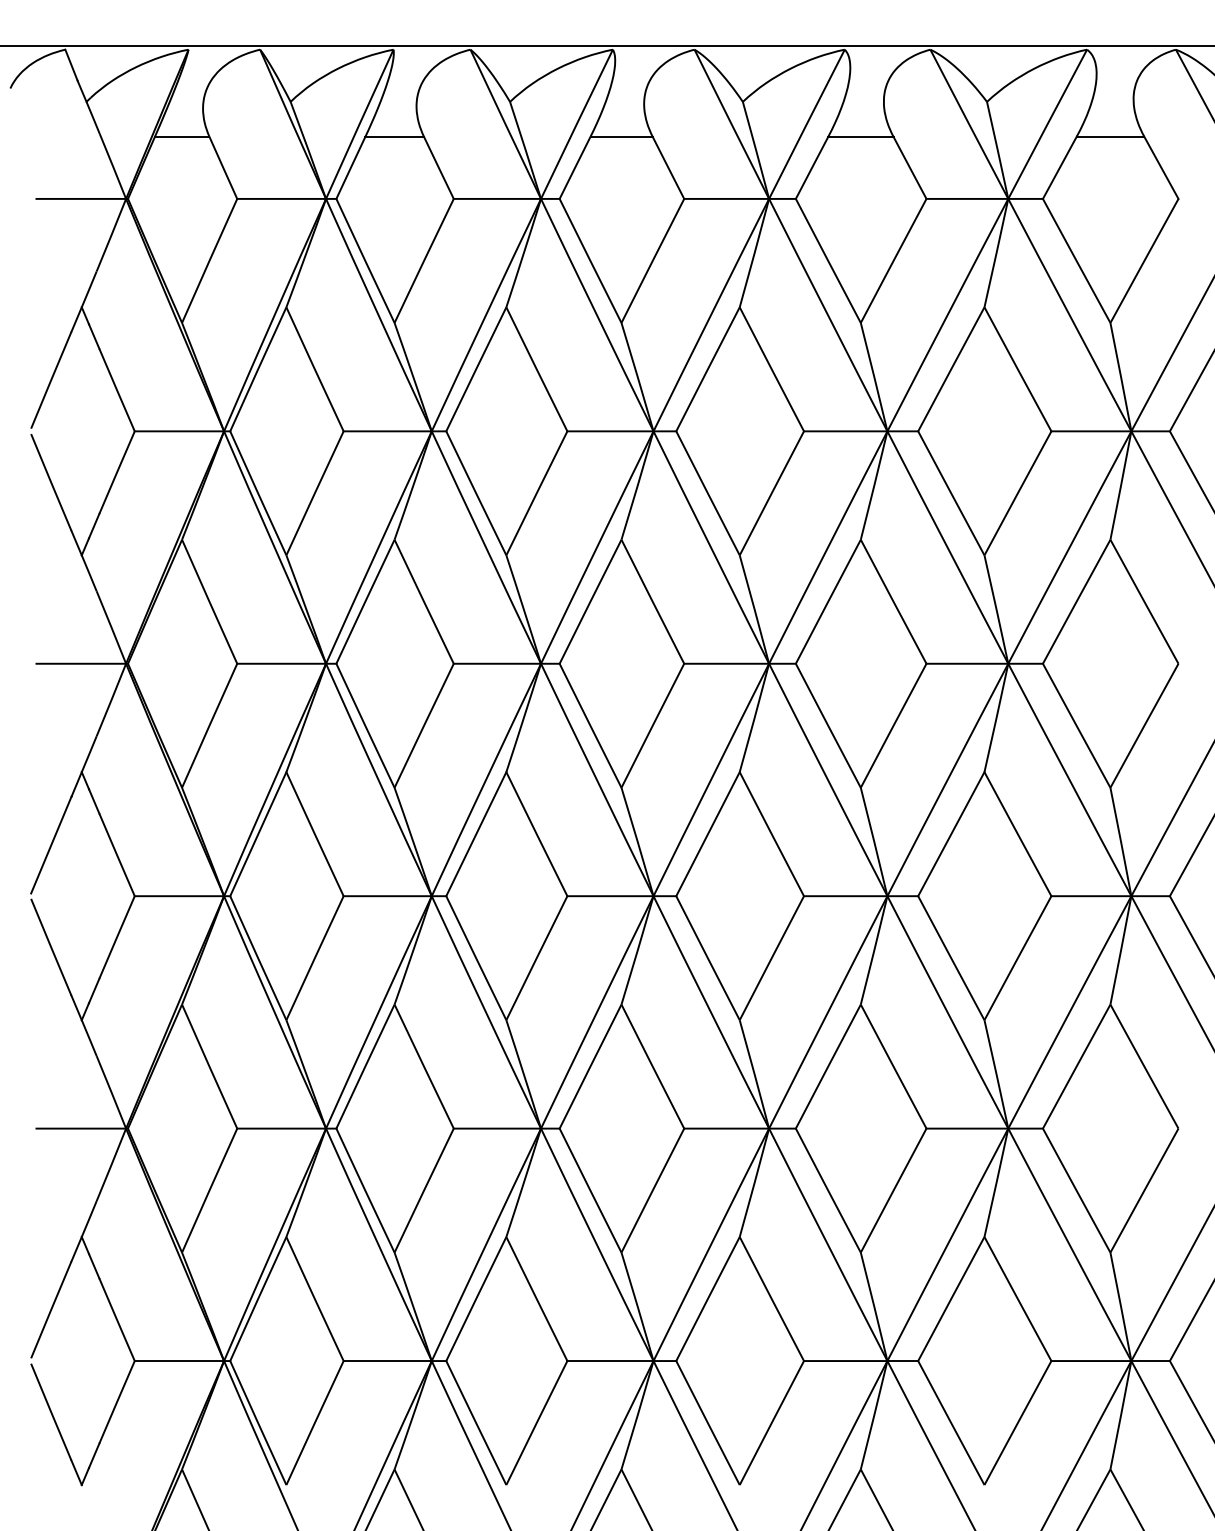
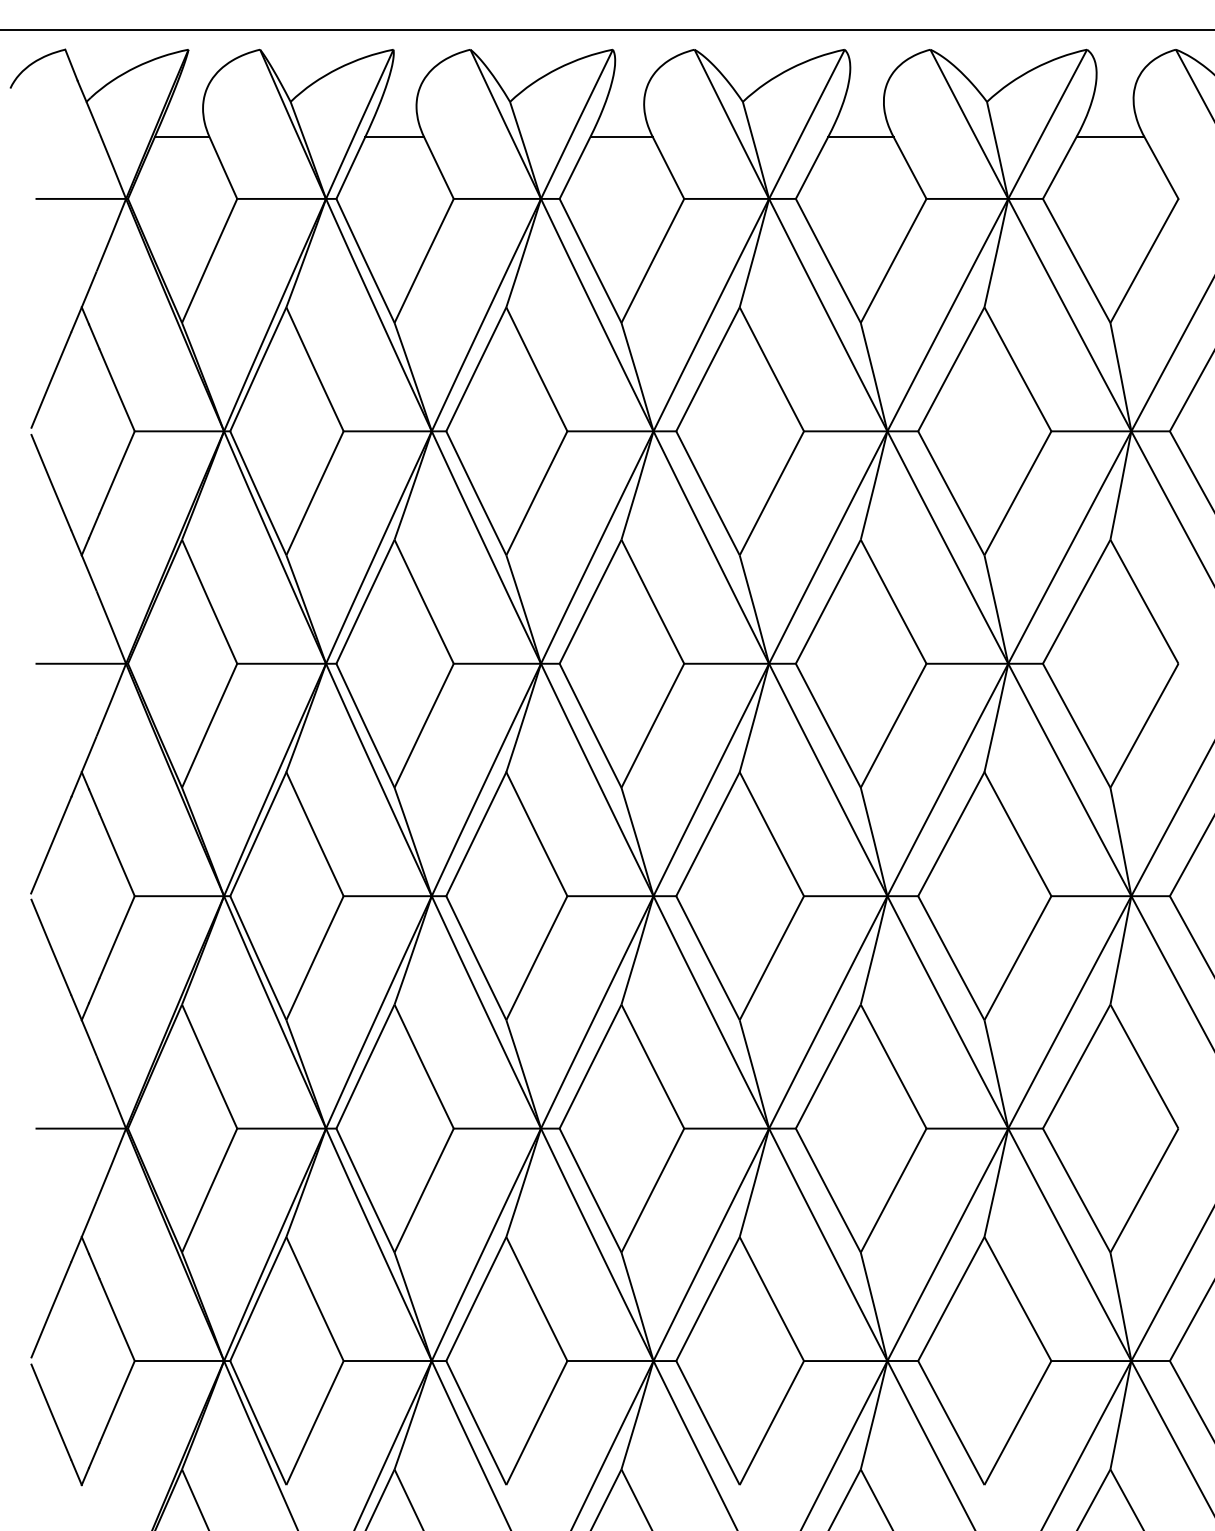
line at (606, 45) position: (606, 45) -> (606, 29)
